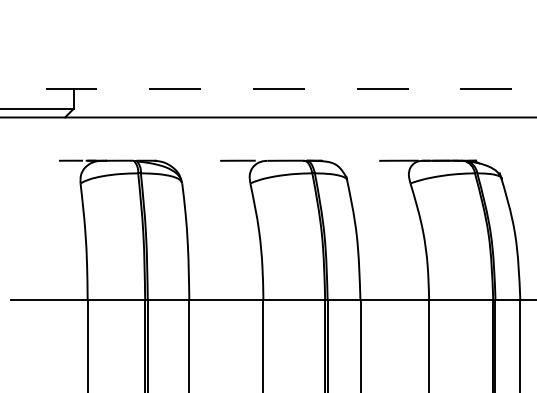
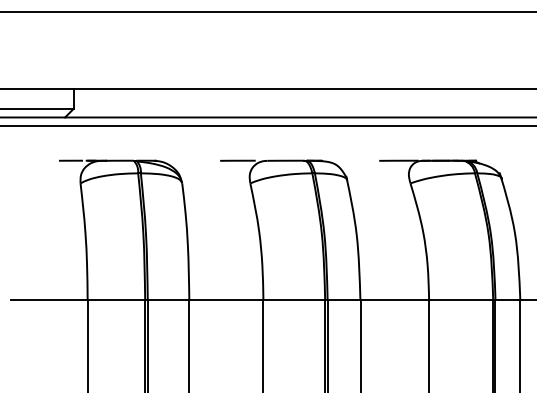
line at (267, 11): none -> present
line at (268, 89): dashed -> solid
line at (267, 125): none -> present
